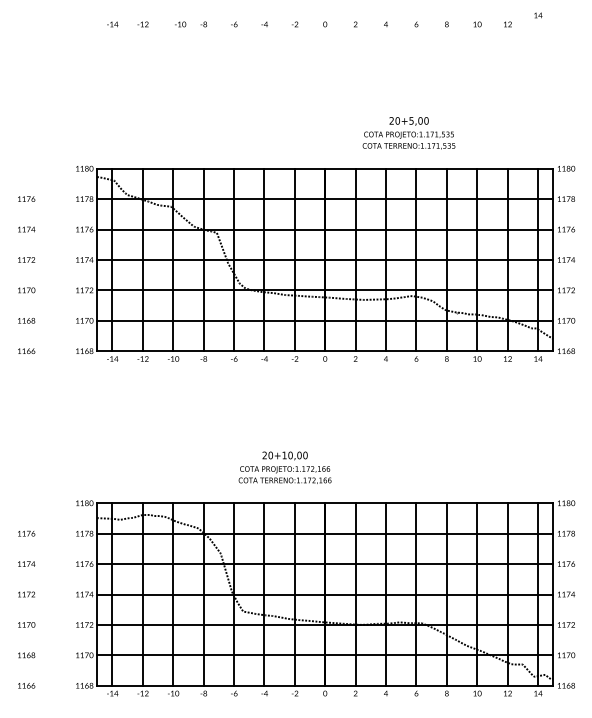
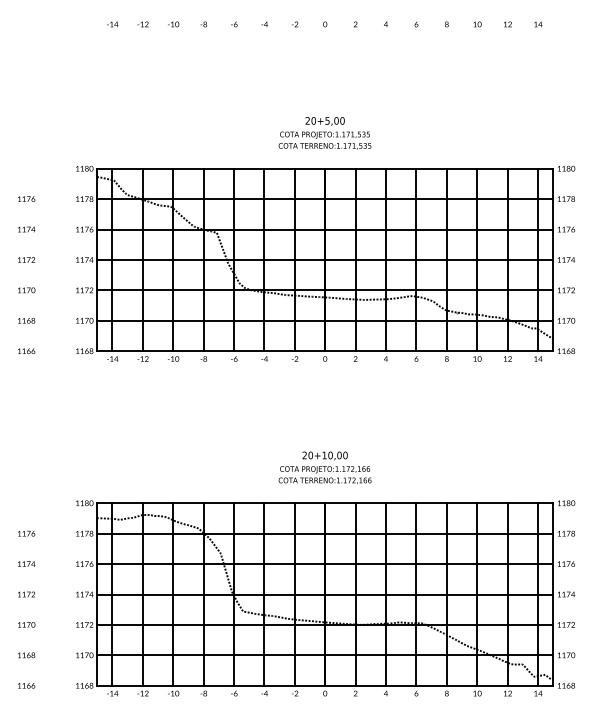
text at (538, 15) position: (538, 15) -> (538, 24)
text at (180, 24) position: (180, 24) -> (173, 24)
text at (408, 133) position: (408, 133) -> (324, 133)
text at (284, 467) position: (284, 467) -> (324, 467)
